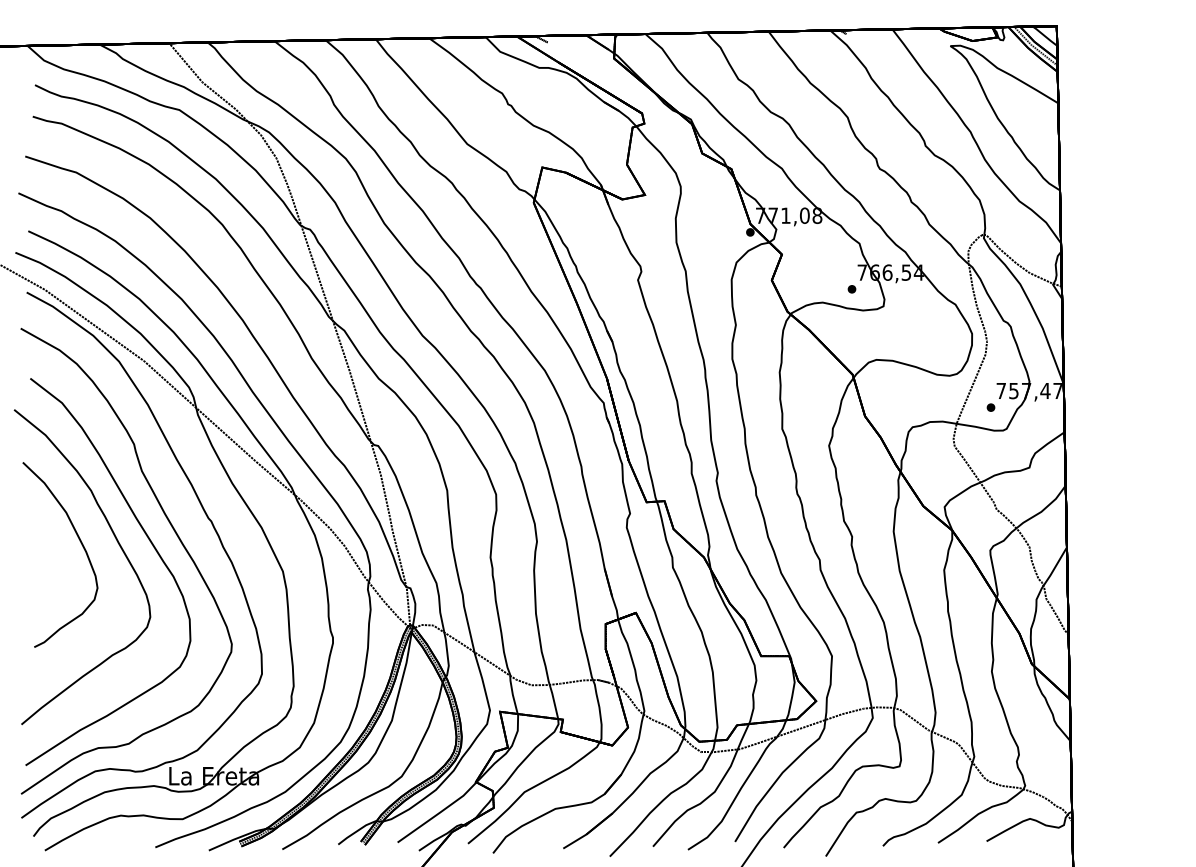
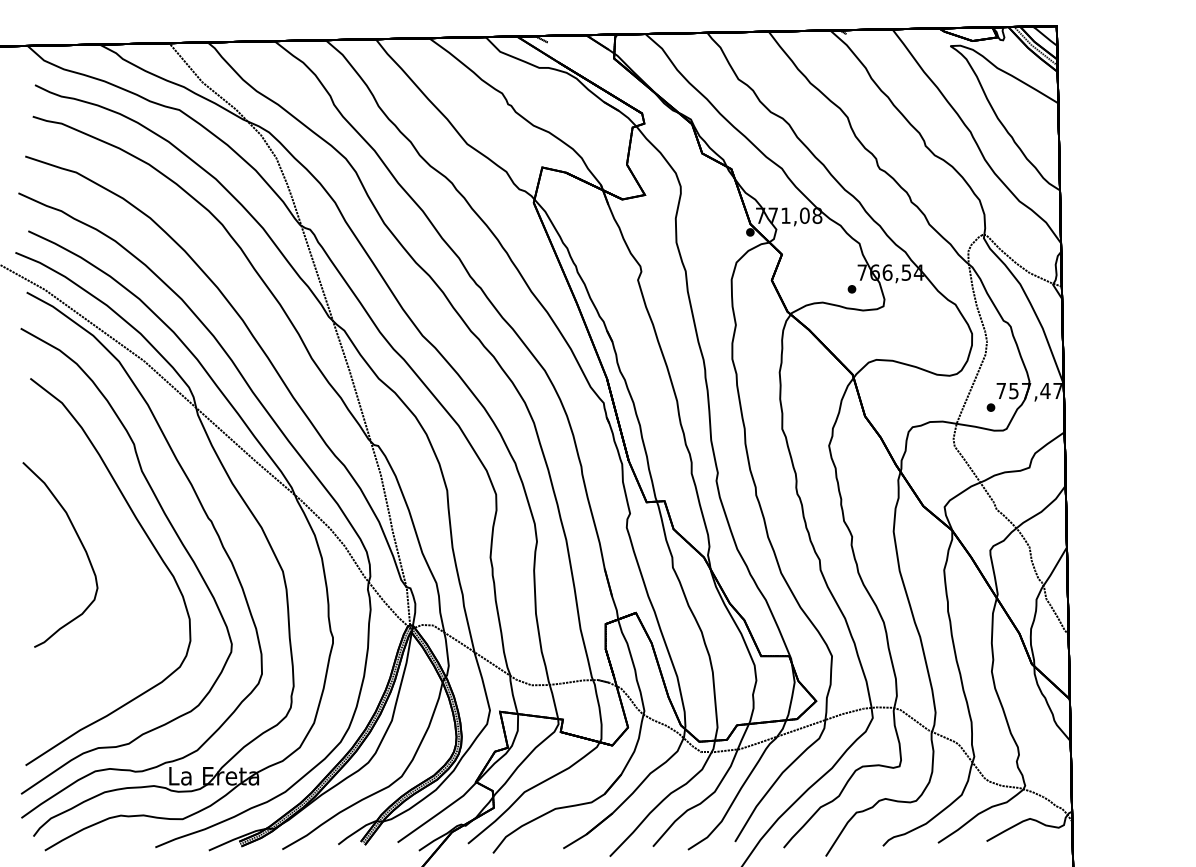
curve at (117, 543): present -> none
